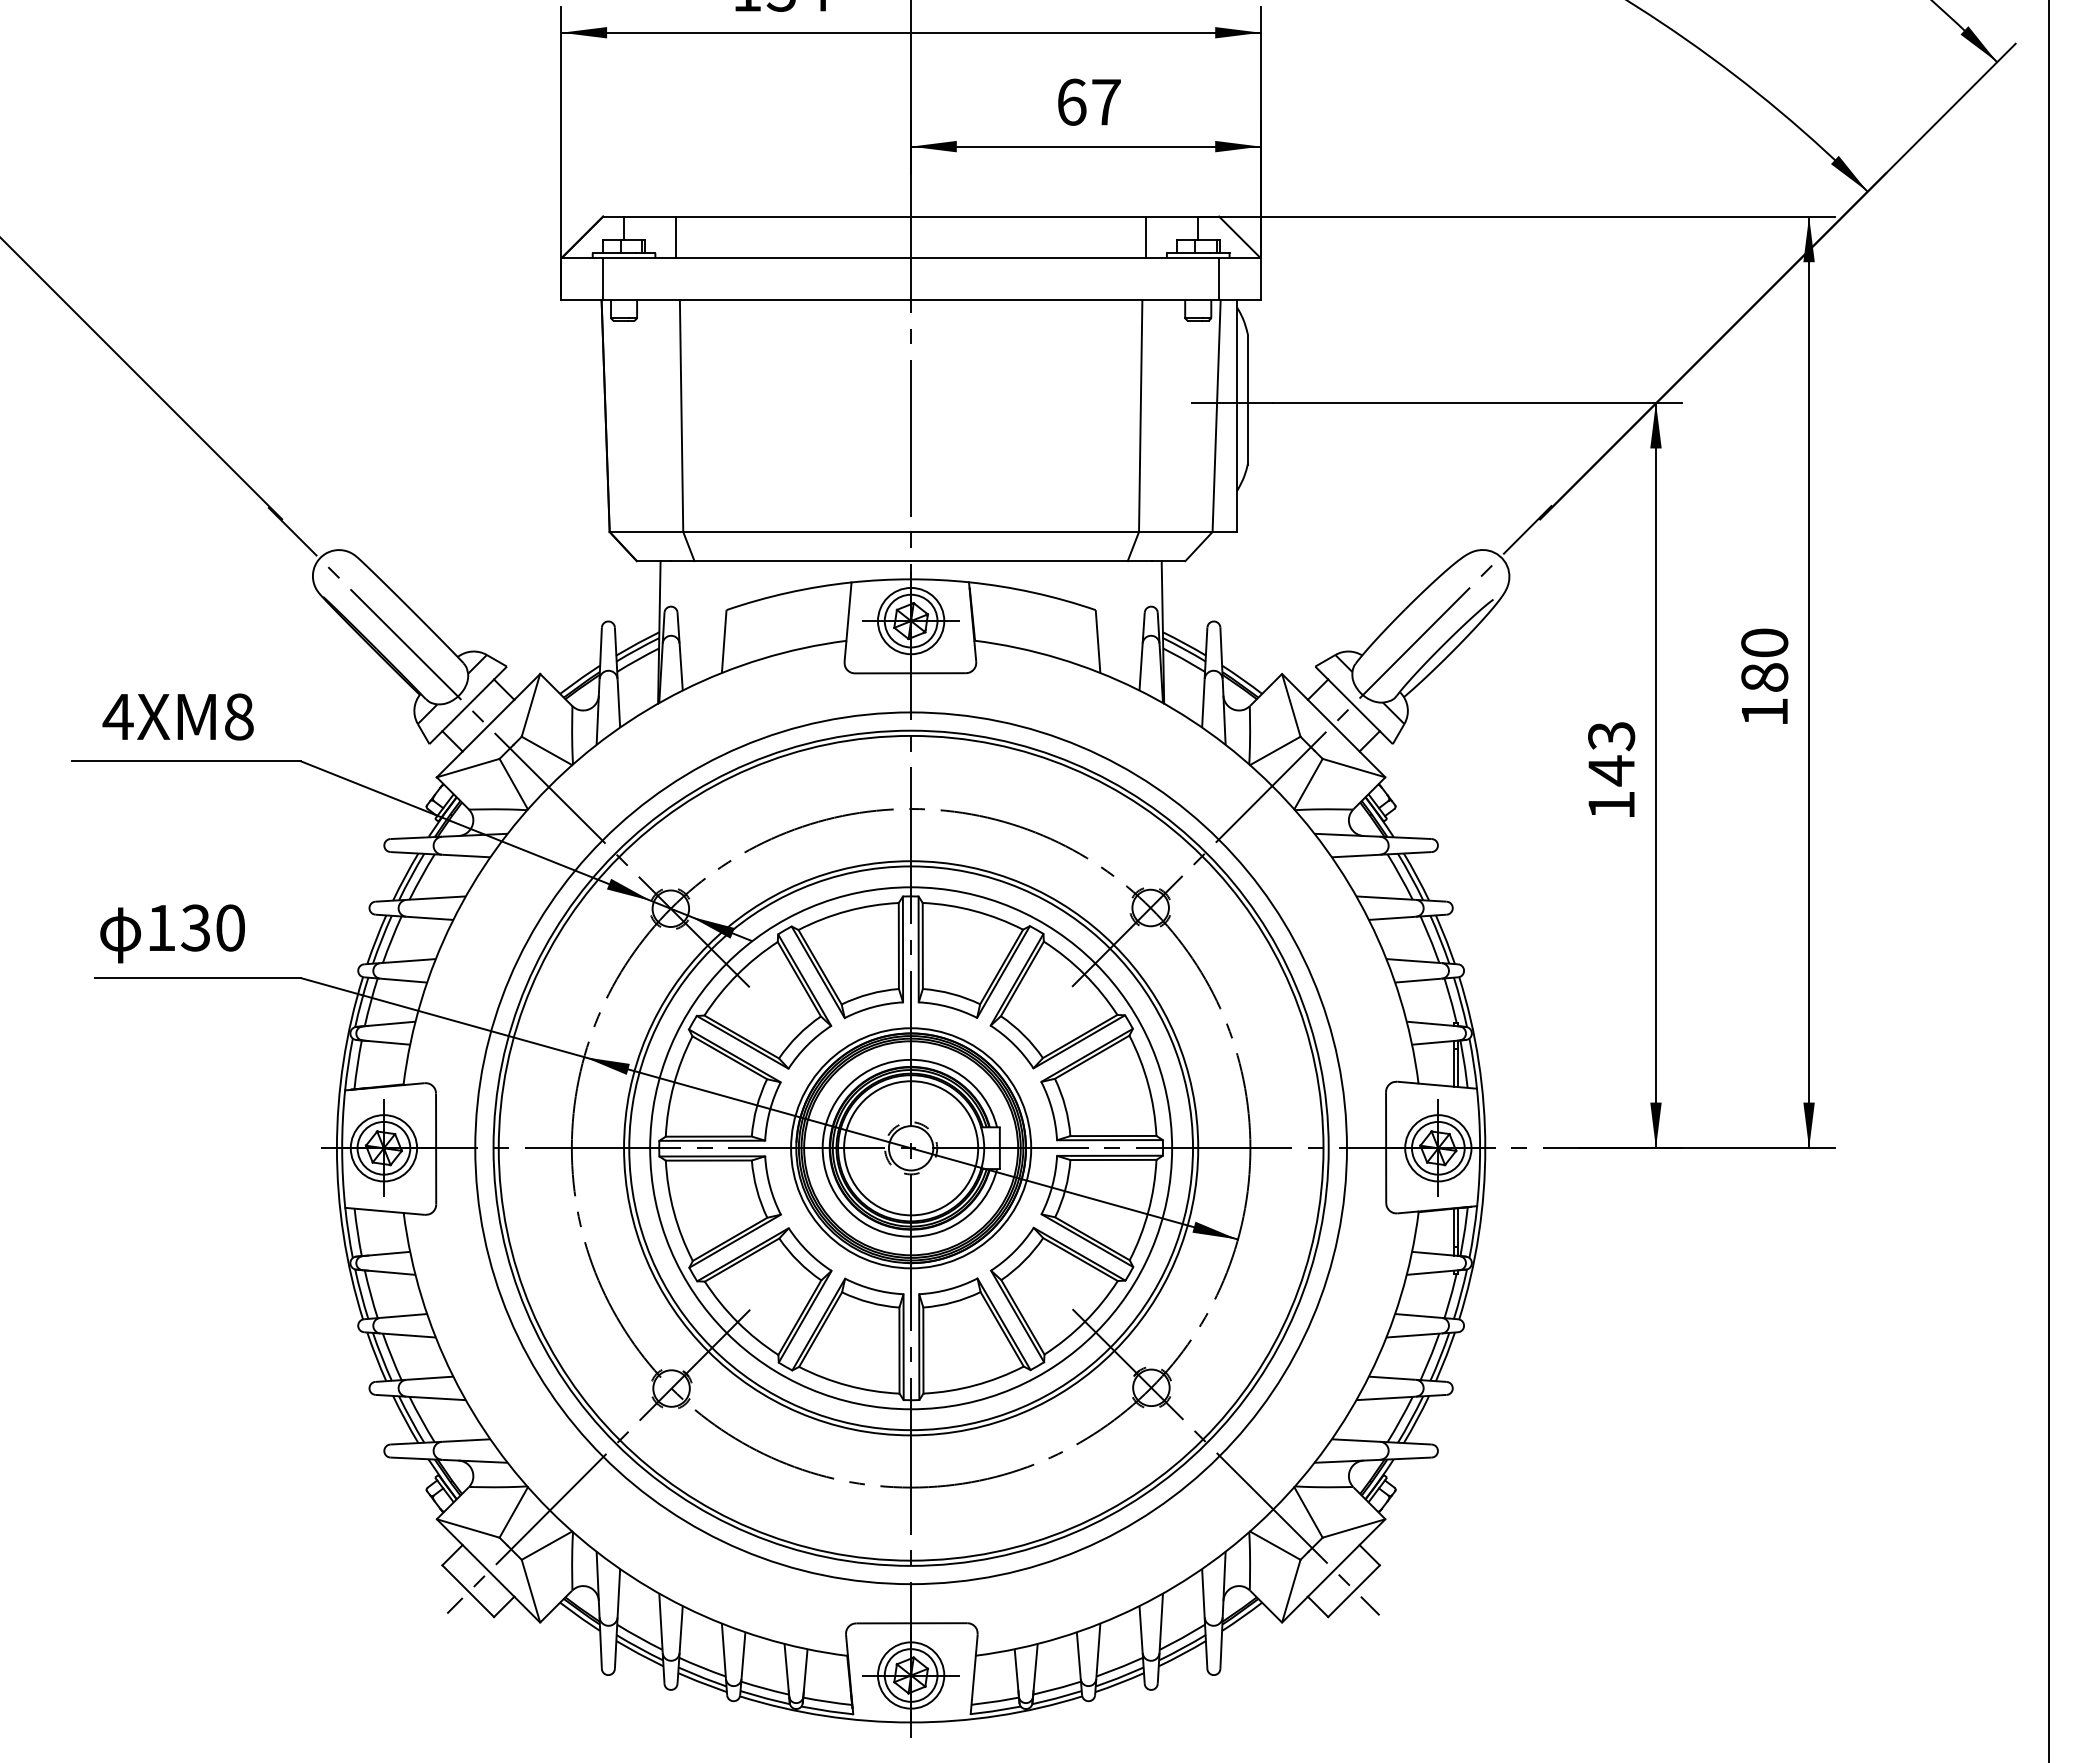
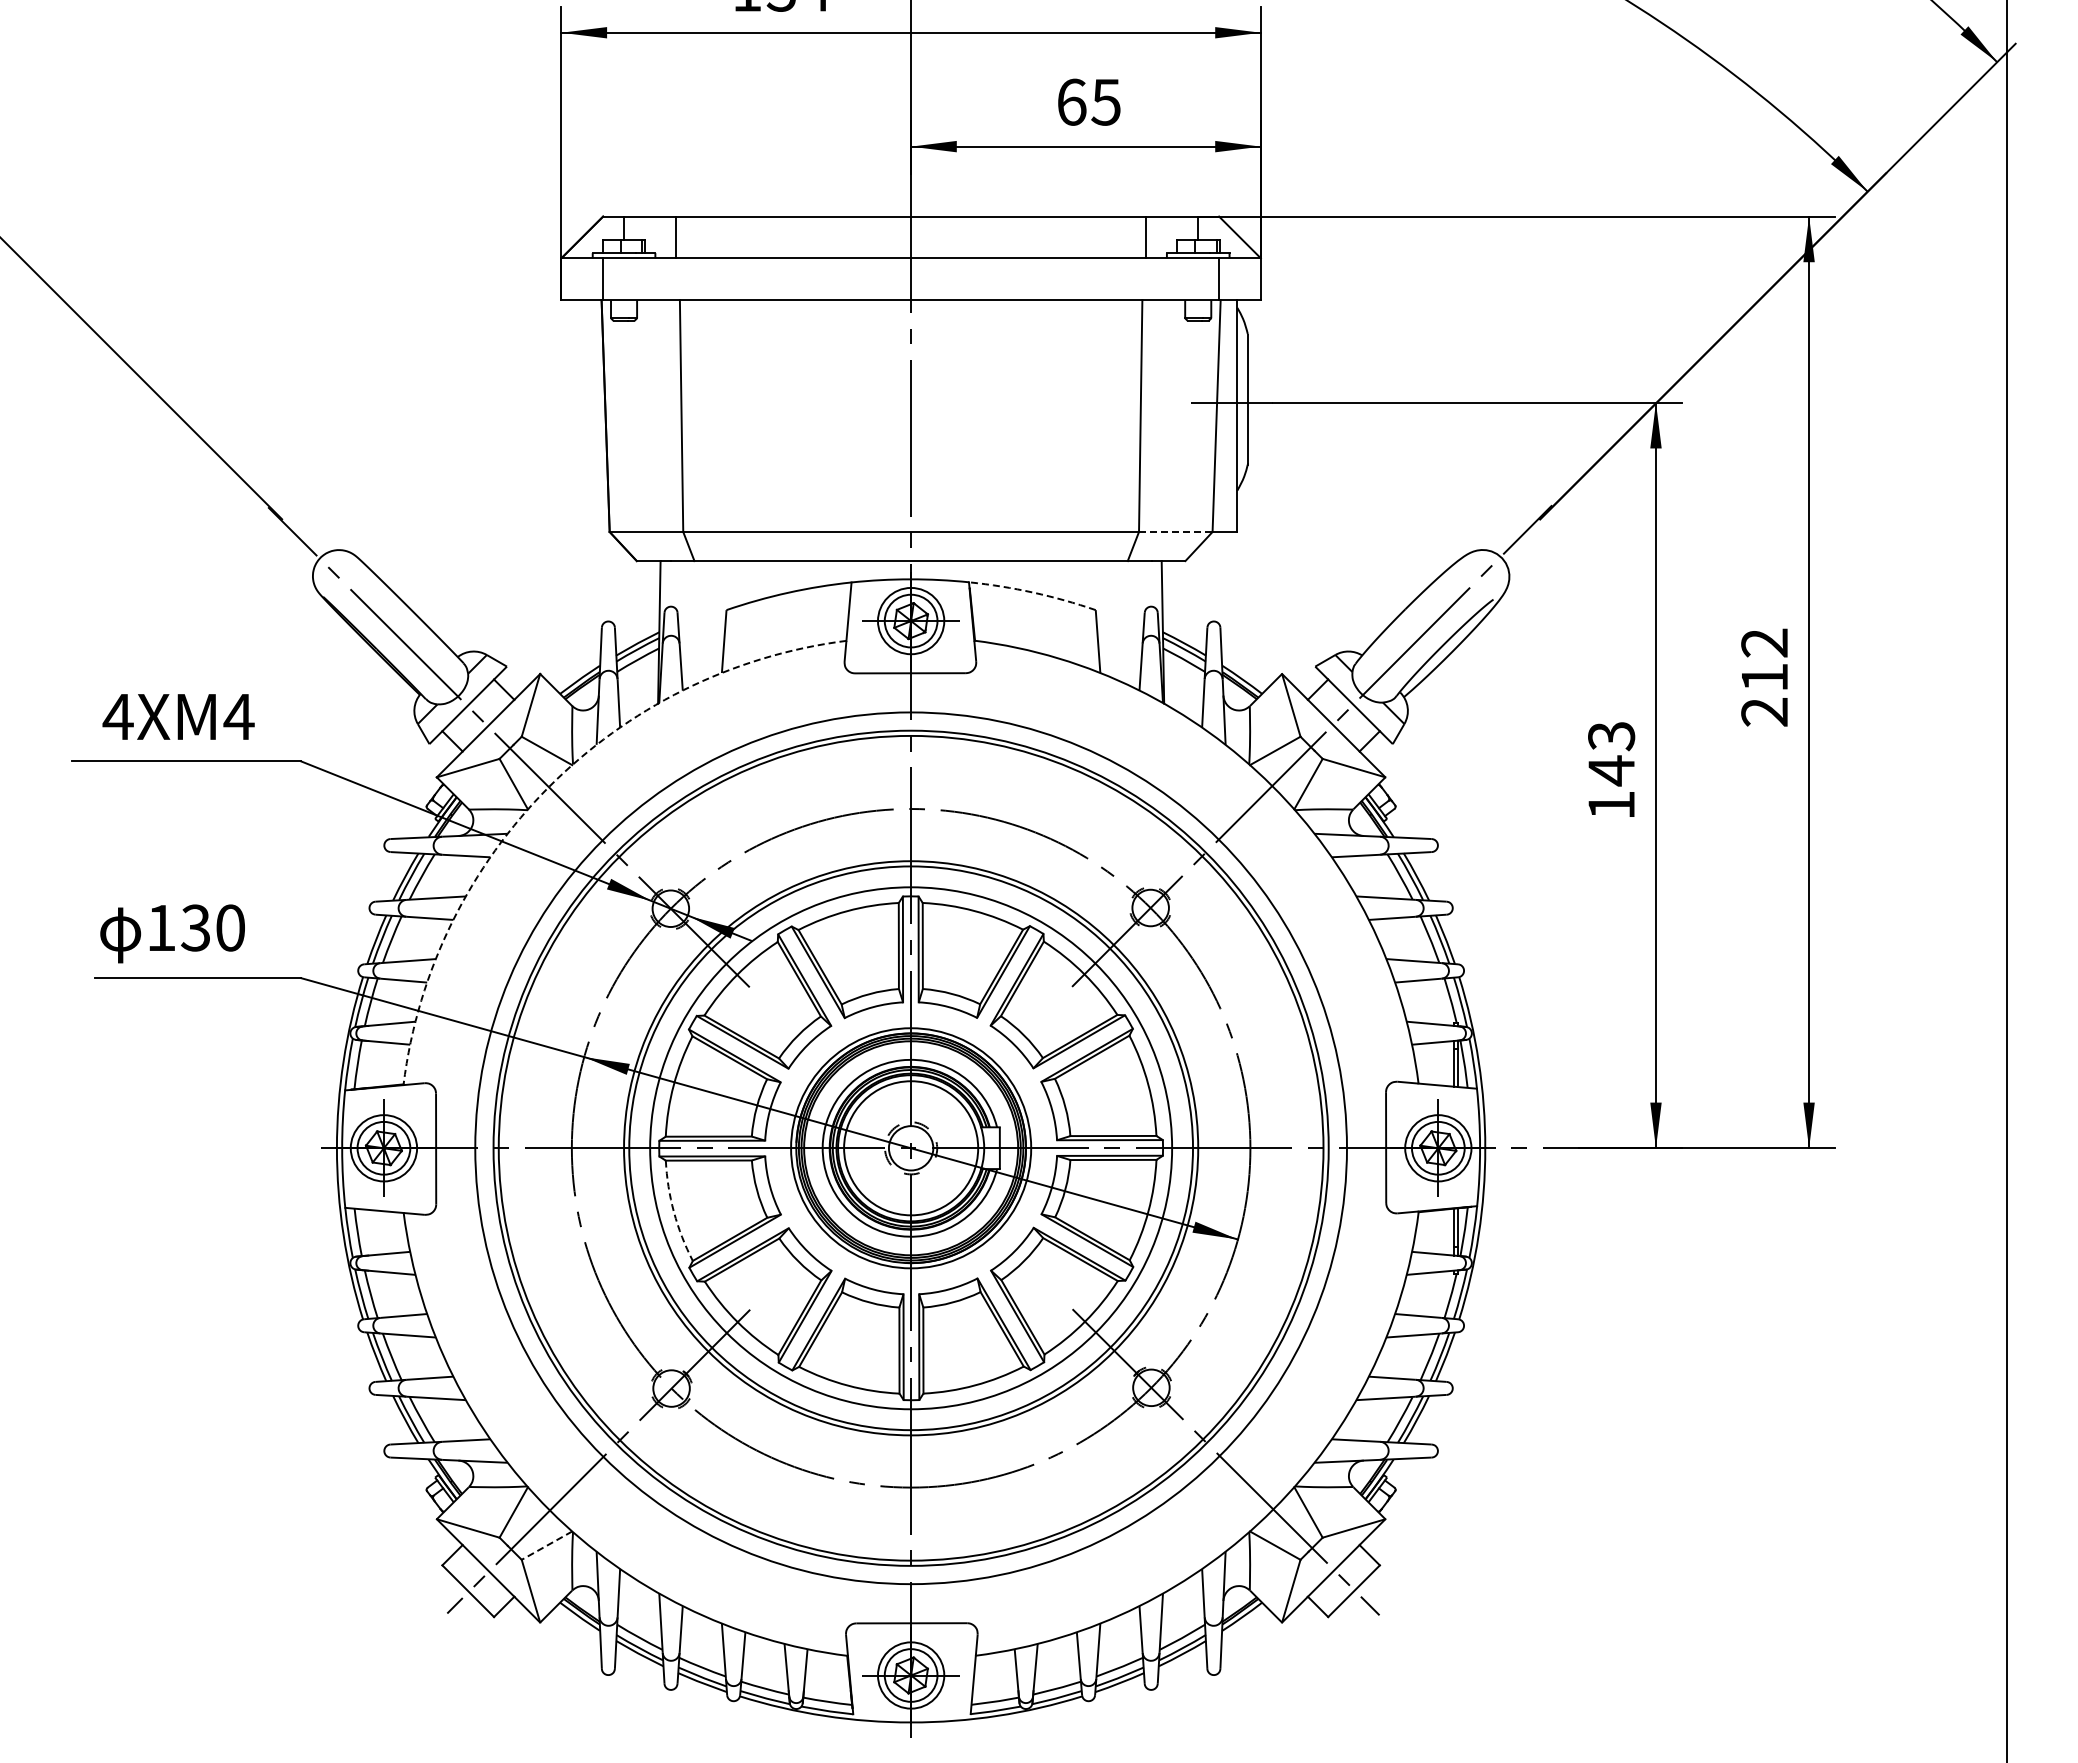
text at (1105, 102): 67 -> 65
line at (1175, 531): solid -> dashed
arc at (1033, 592): solid -> dashed
text at (1764, 677): 180 -> 212
text at (238, 716): 4XM8 -> 4XM4
arc at (548, 787): solid -> dashed
line at (2048, 880) position: (2048, 880) -> (2006, 880)
arc at (673, 1212): solid -> dashed
line at (546, 1545): solid -> dashed
